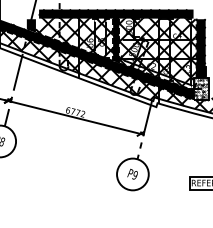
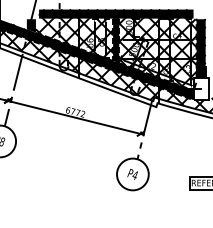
hatch at (200, 88): present -> none
text at (134, 175): P9 -> P4
